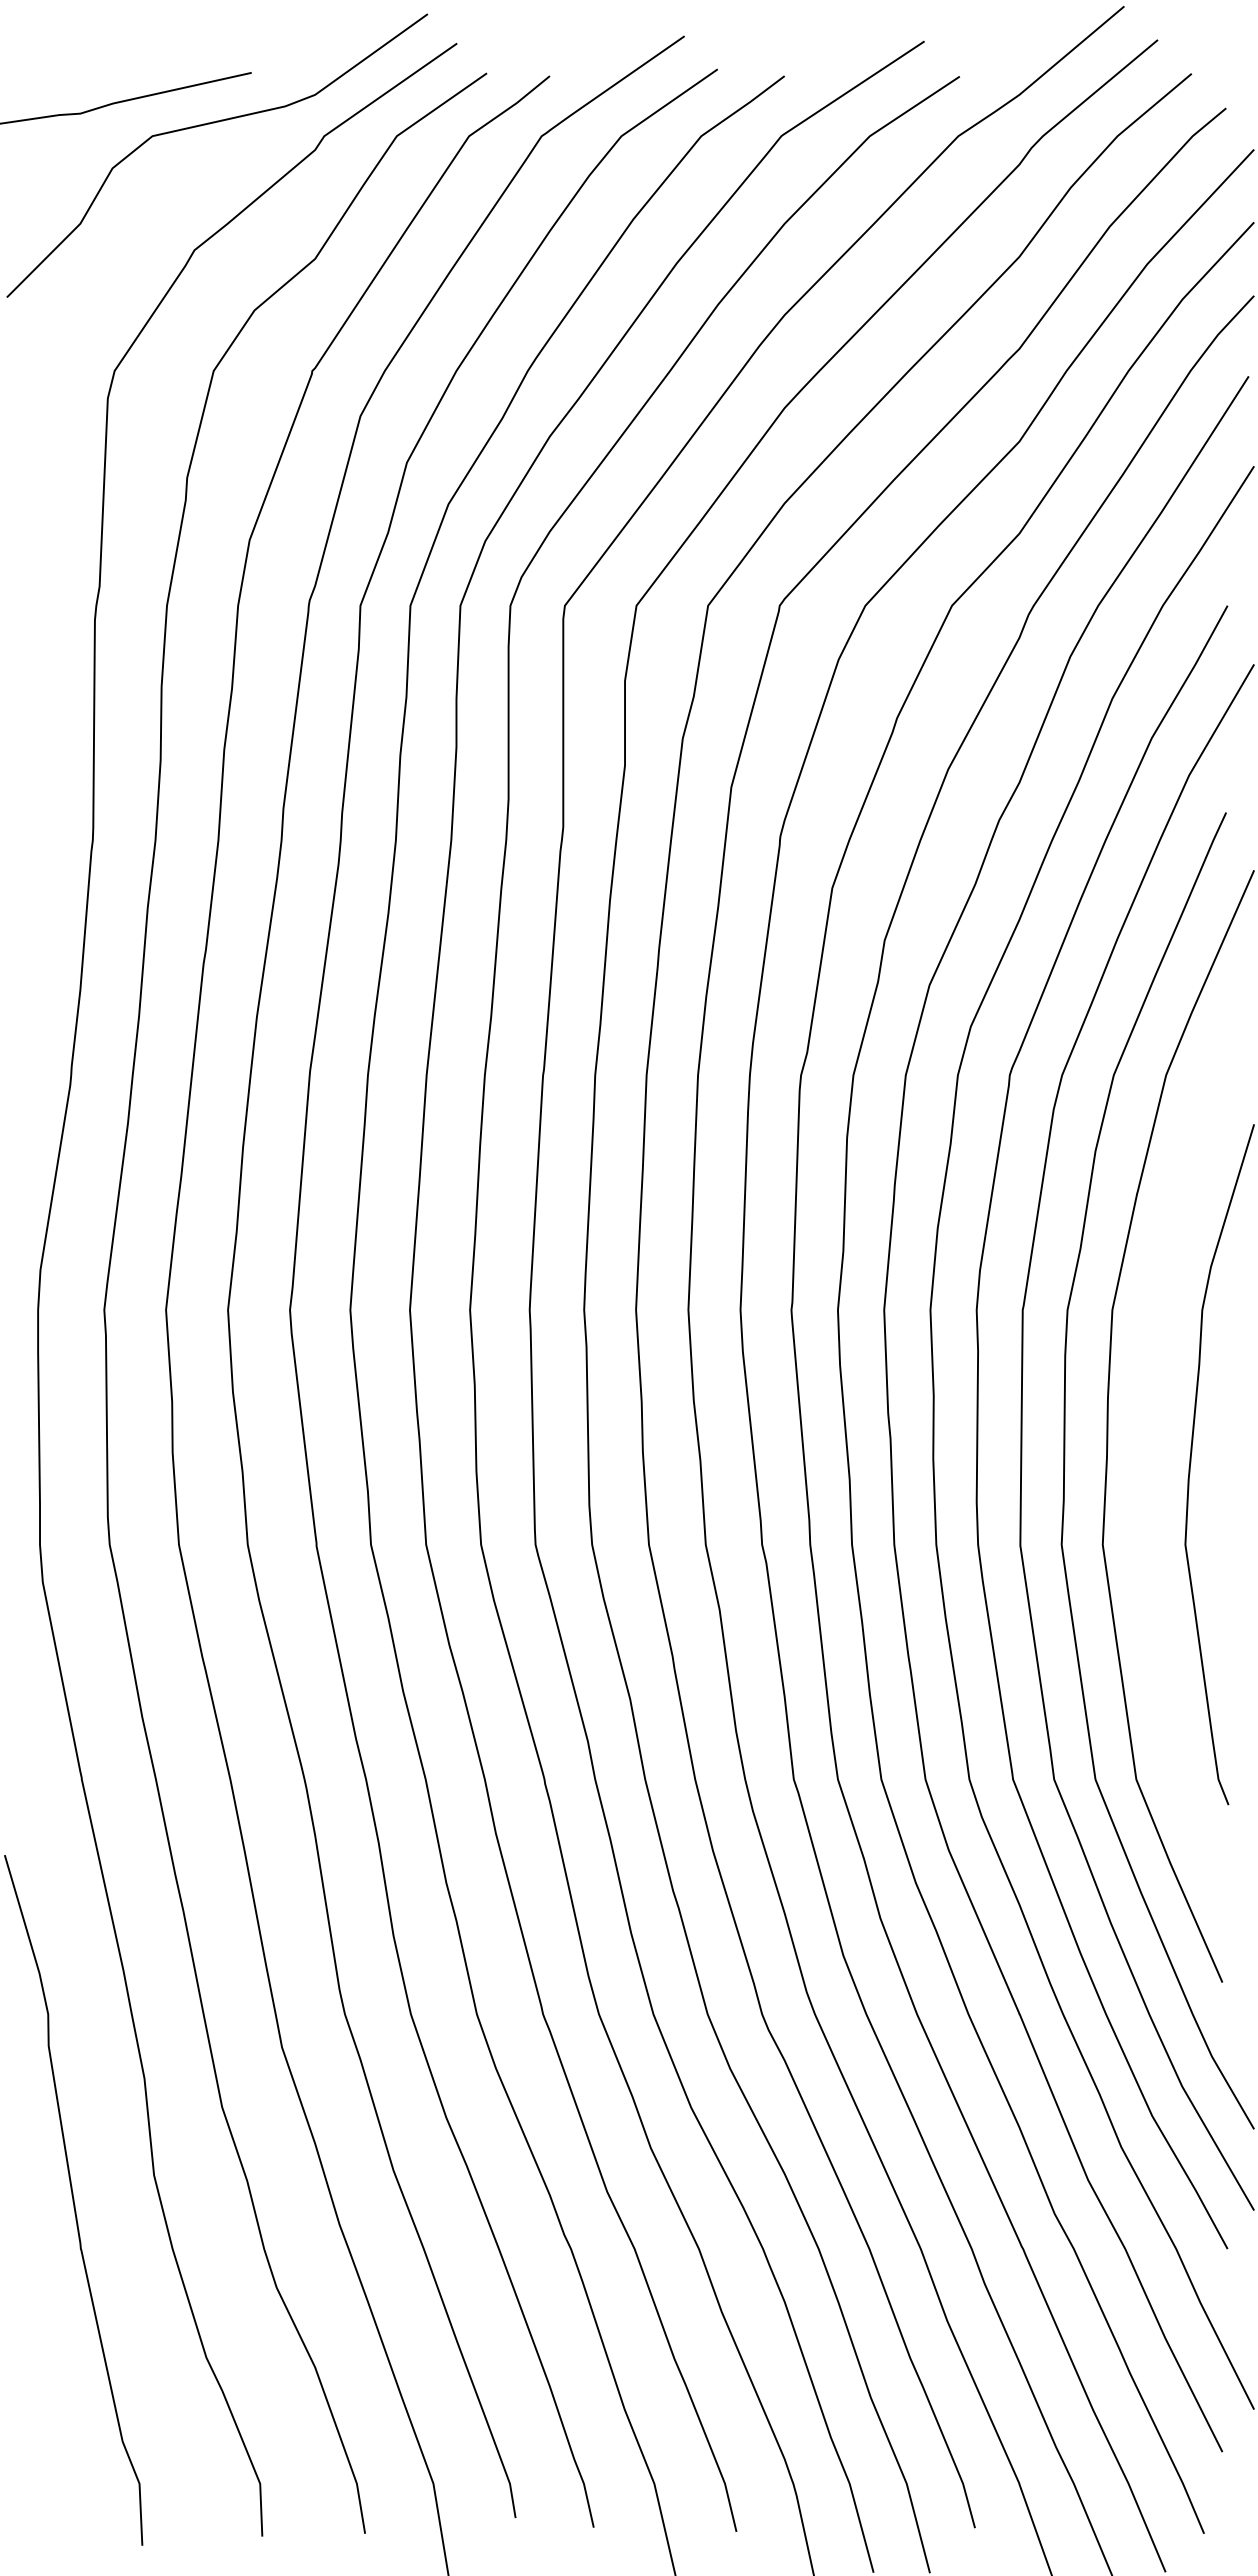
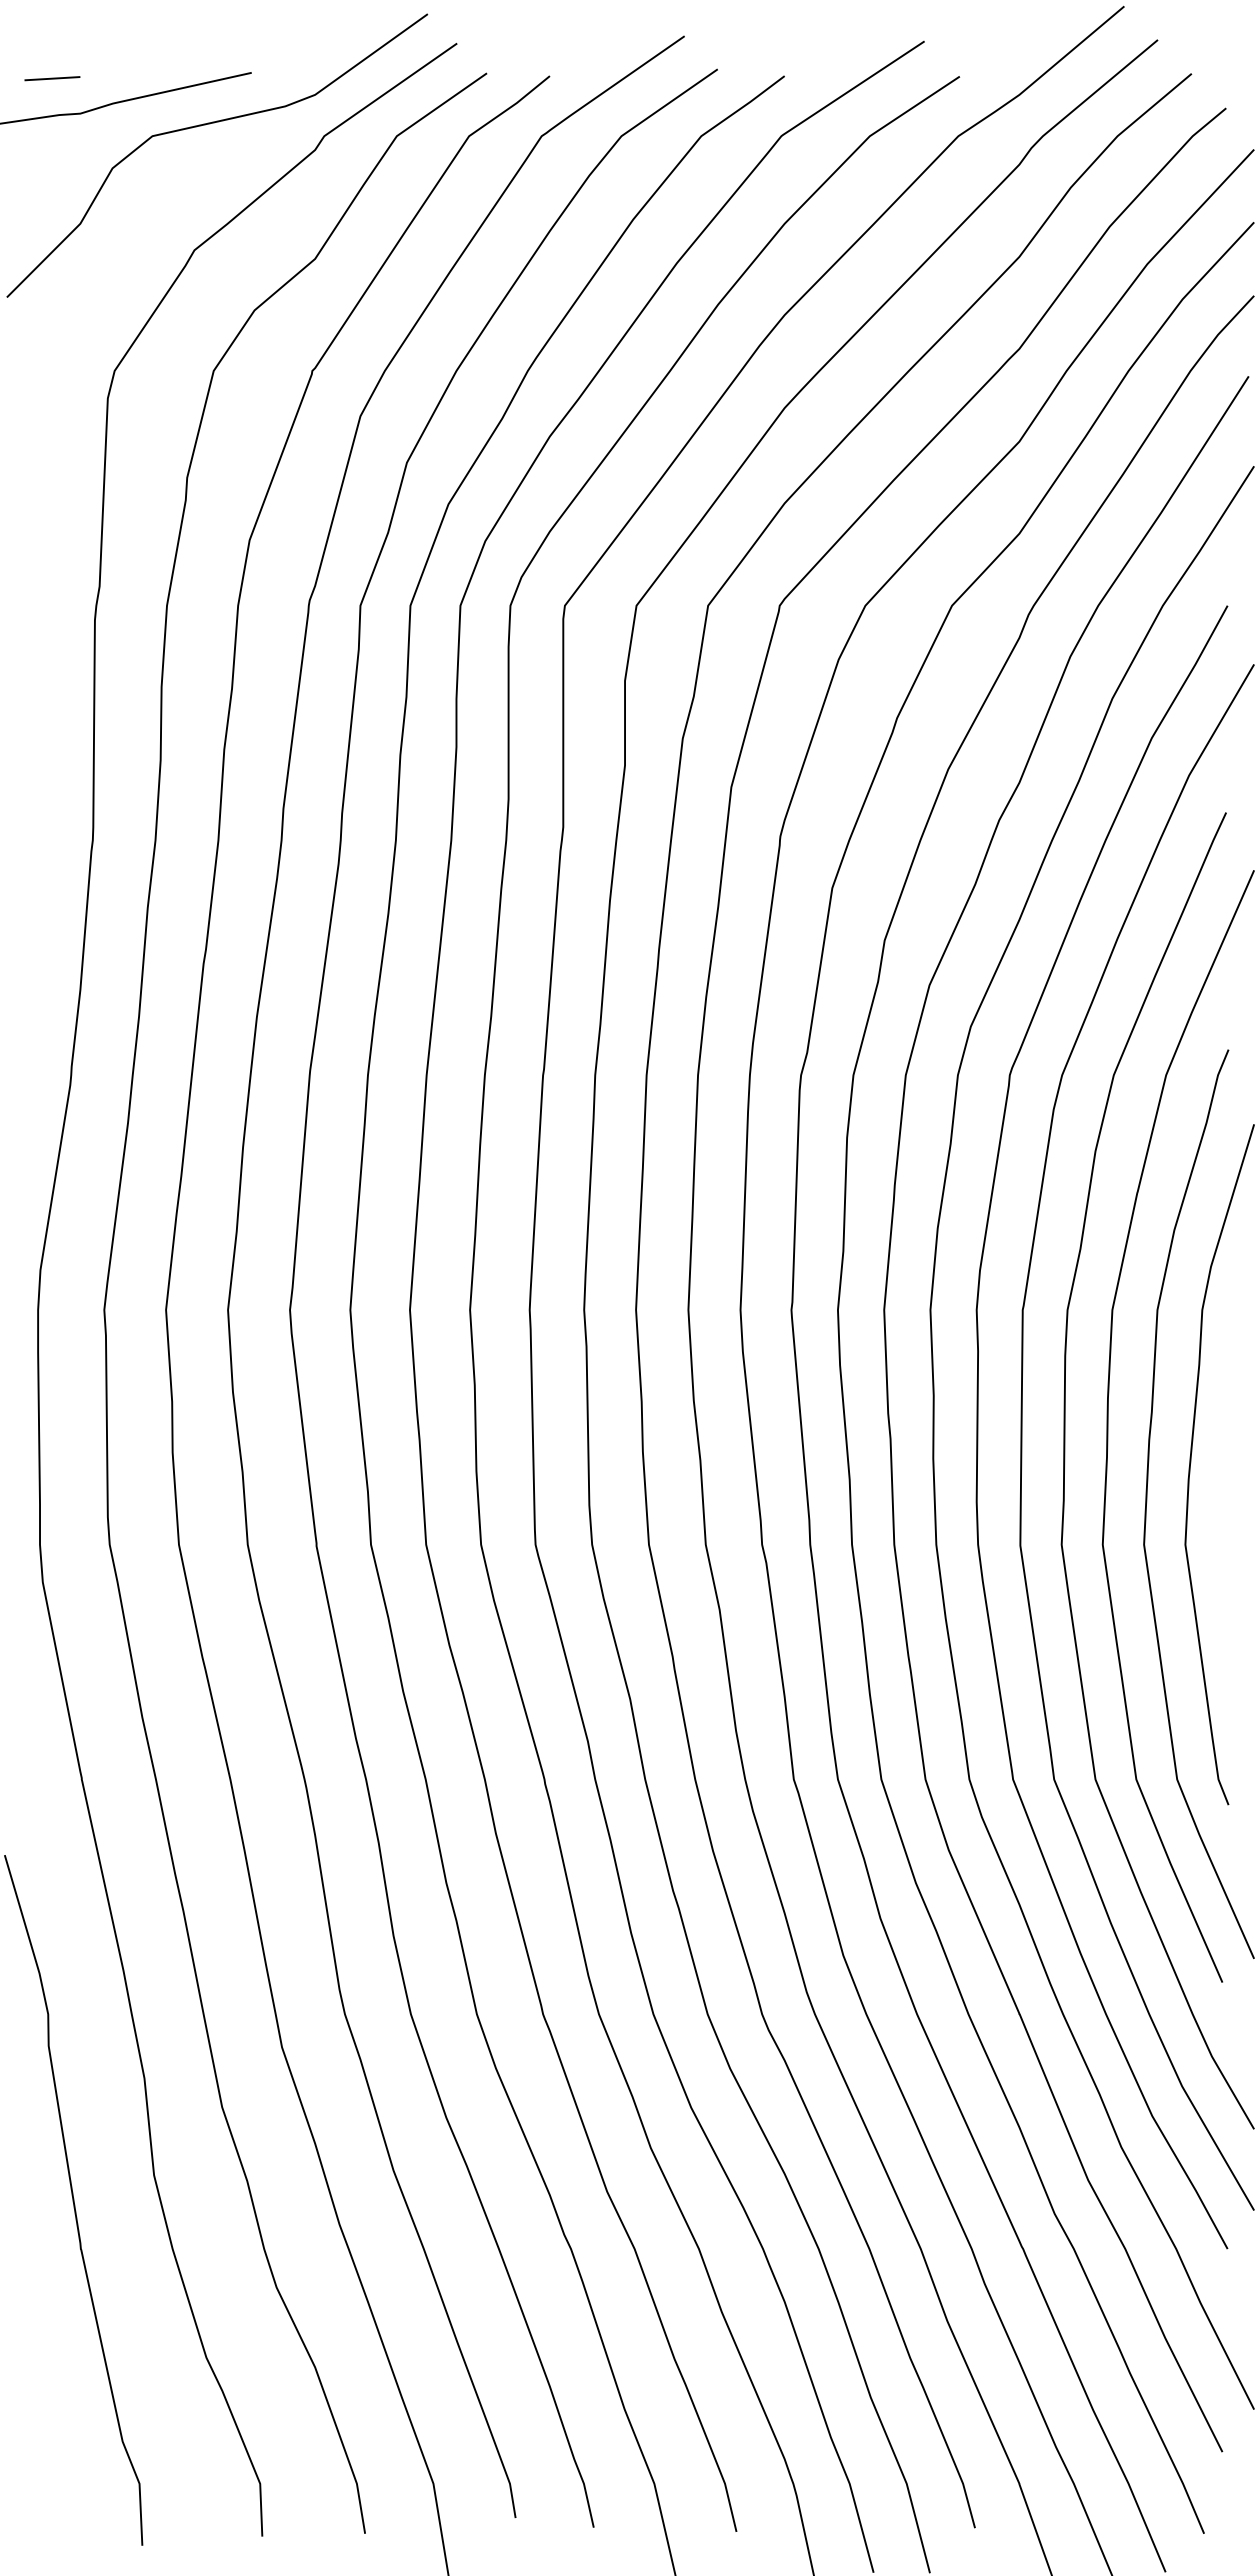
line at (52, 78): none -> present
curve at (1147, 1502): none -> present
